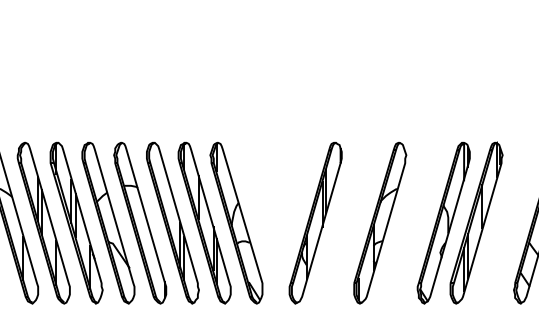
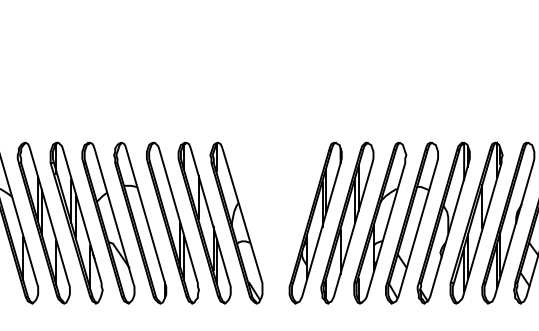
part at (347, 222): none -> present
part at (411, 222): none -> present
part at (508, 222): none -> present
